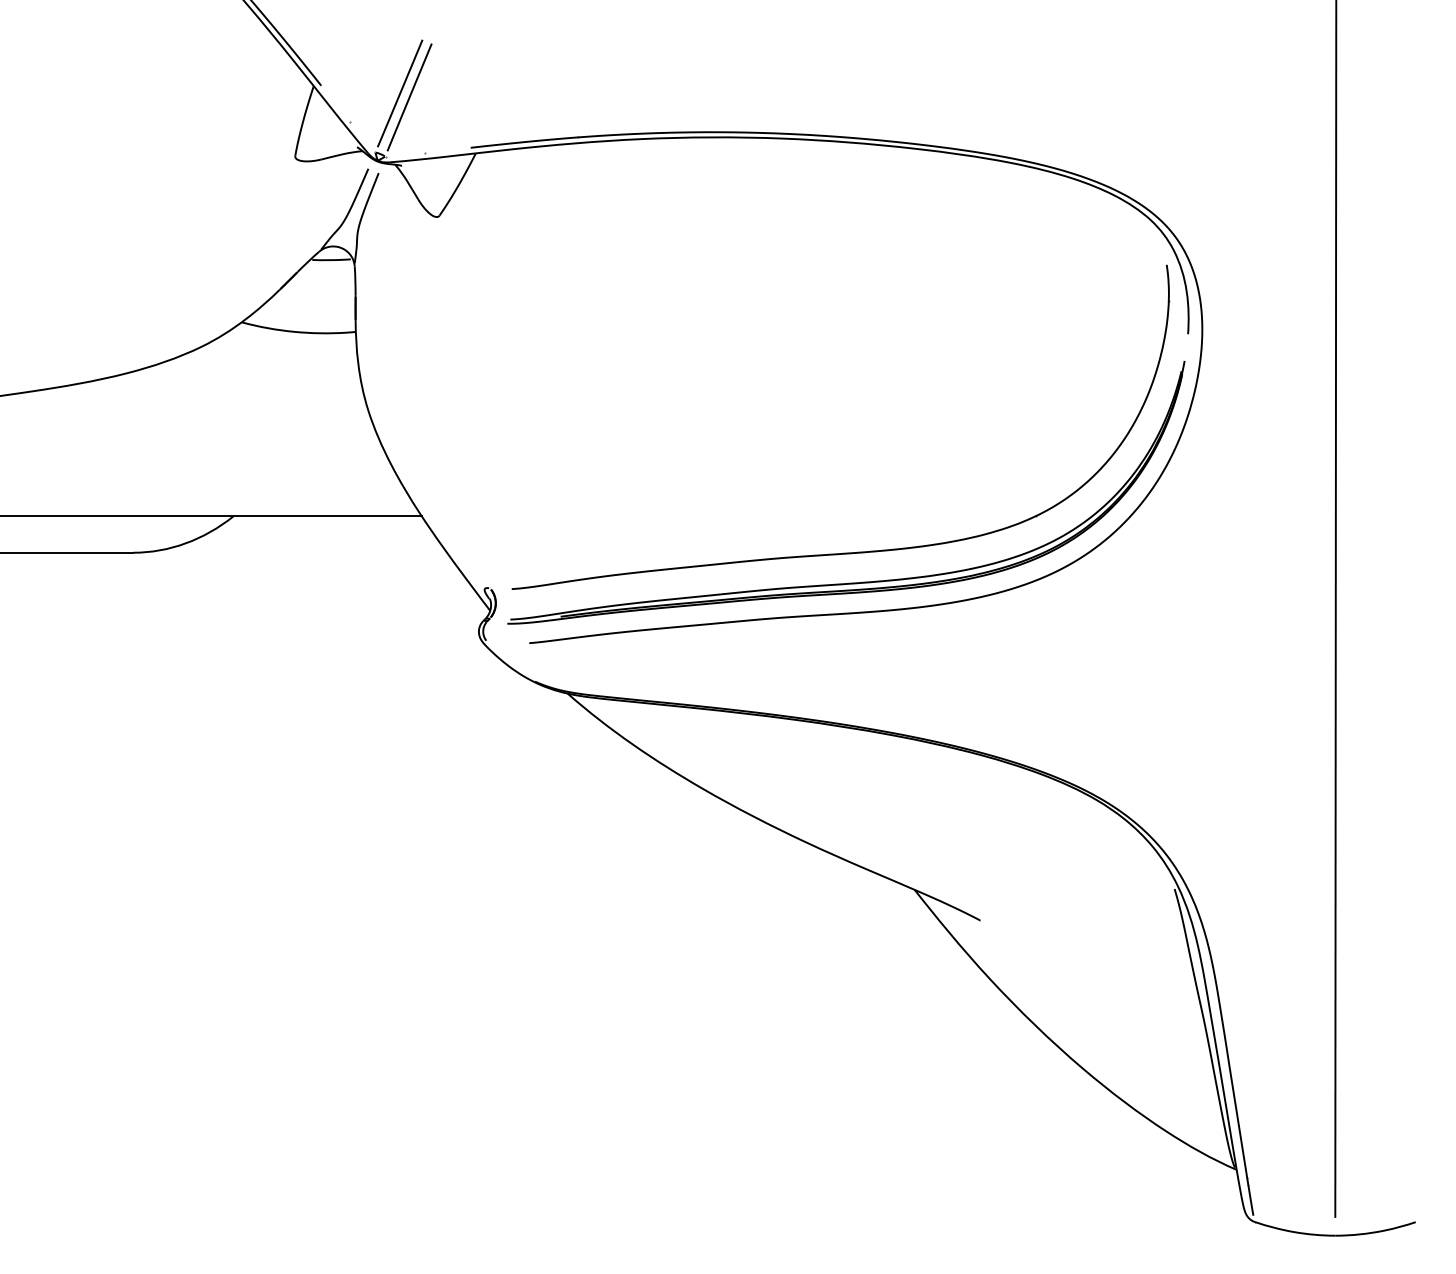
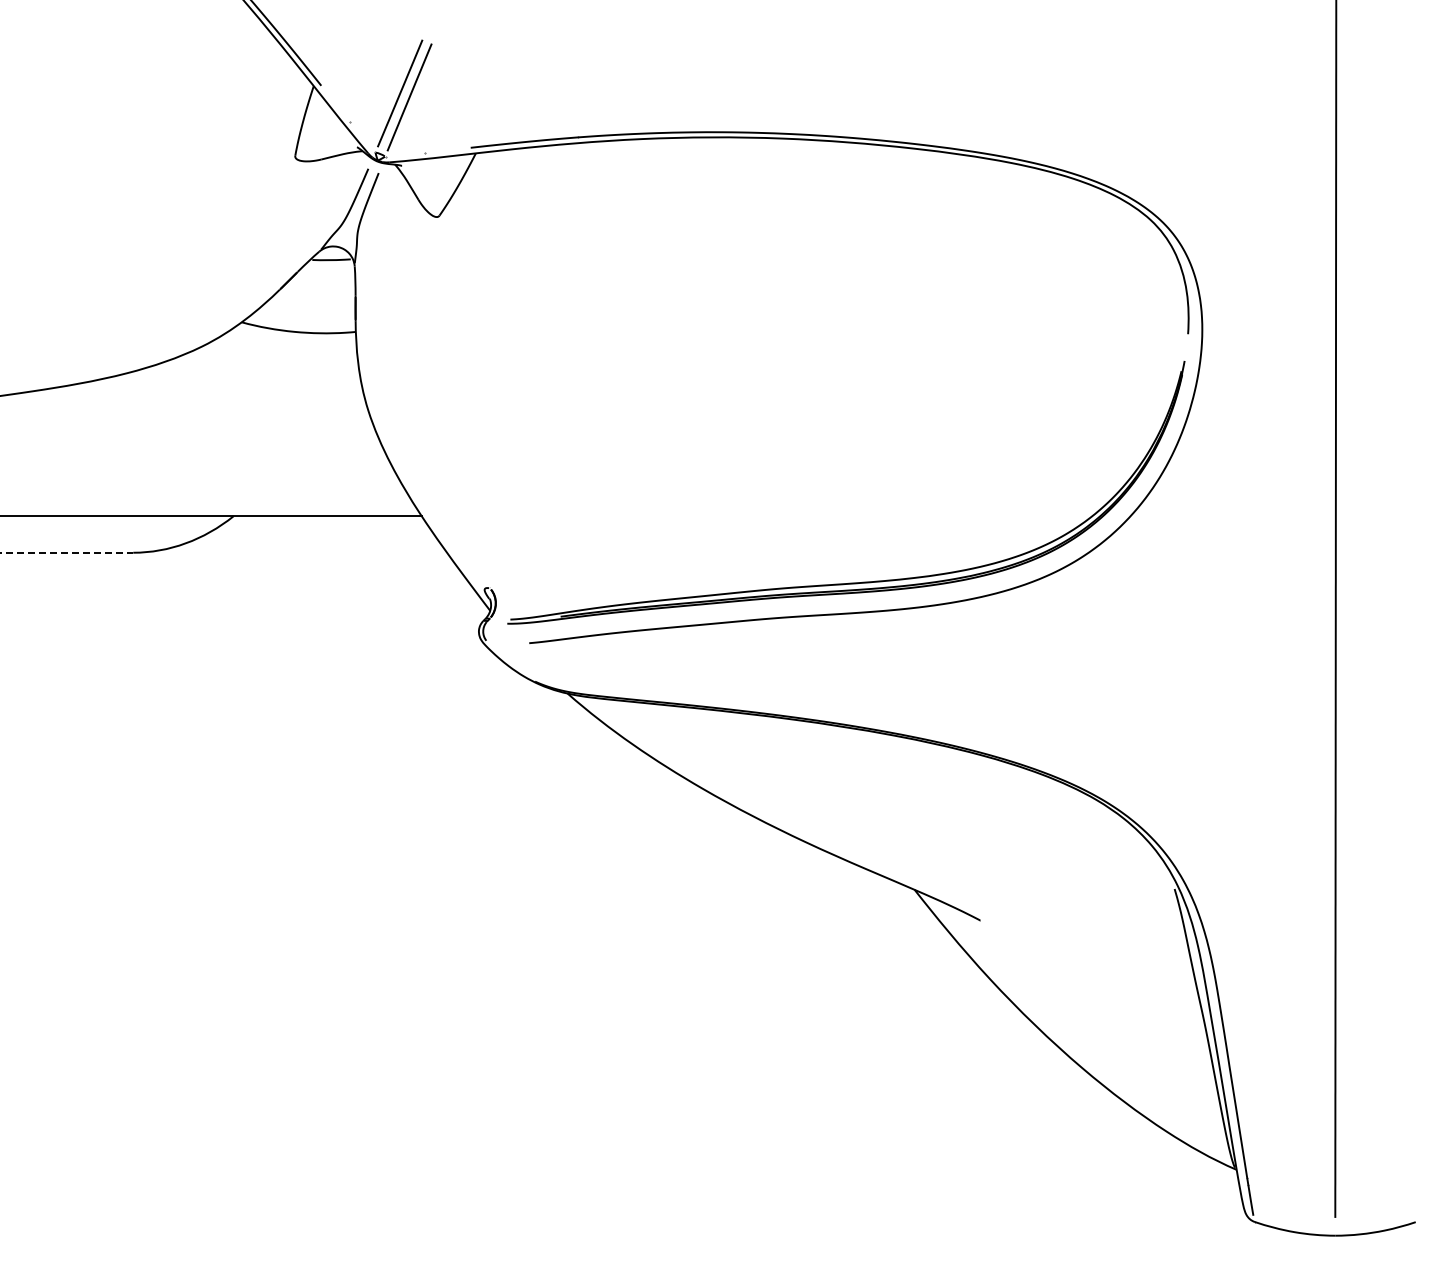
line at (67, 552): solid -> dashed
part at (843, 552): present -> none
